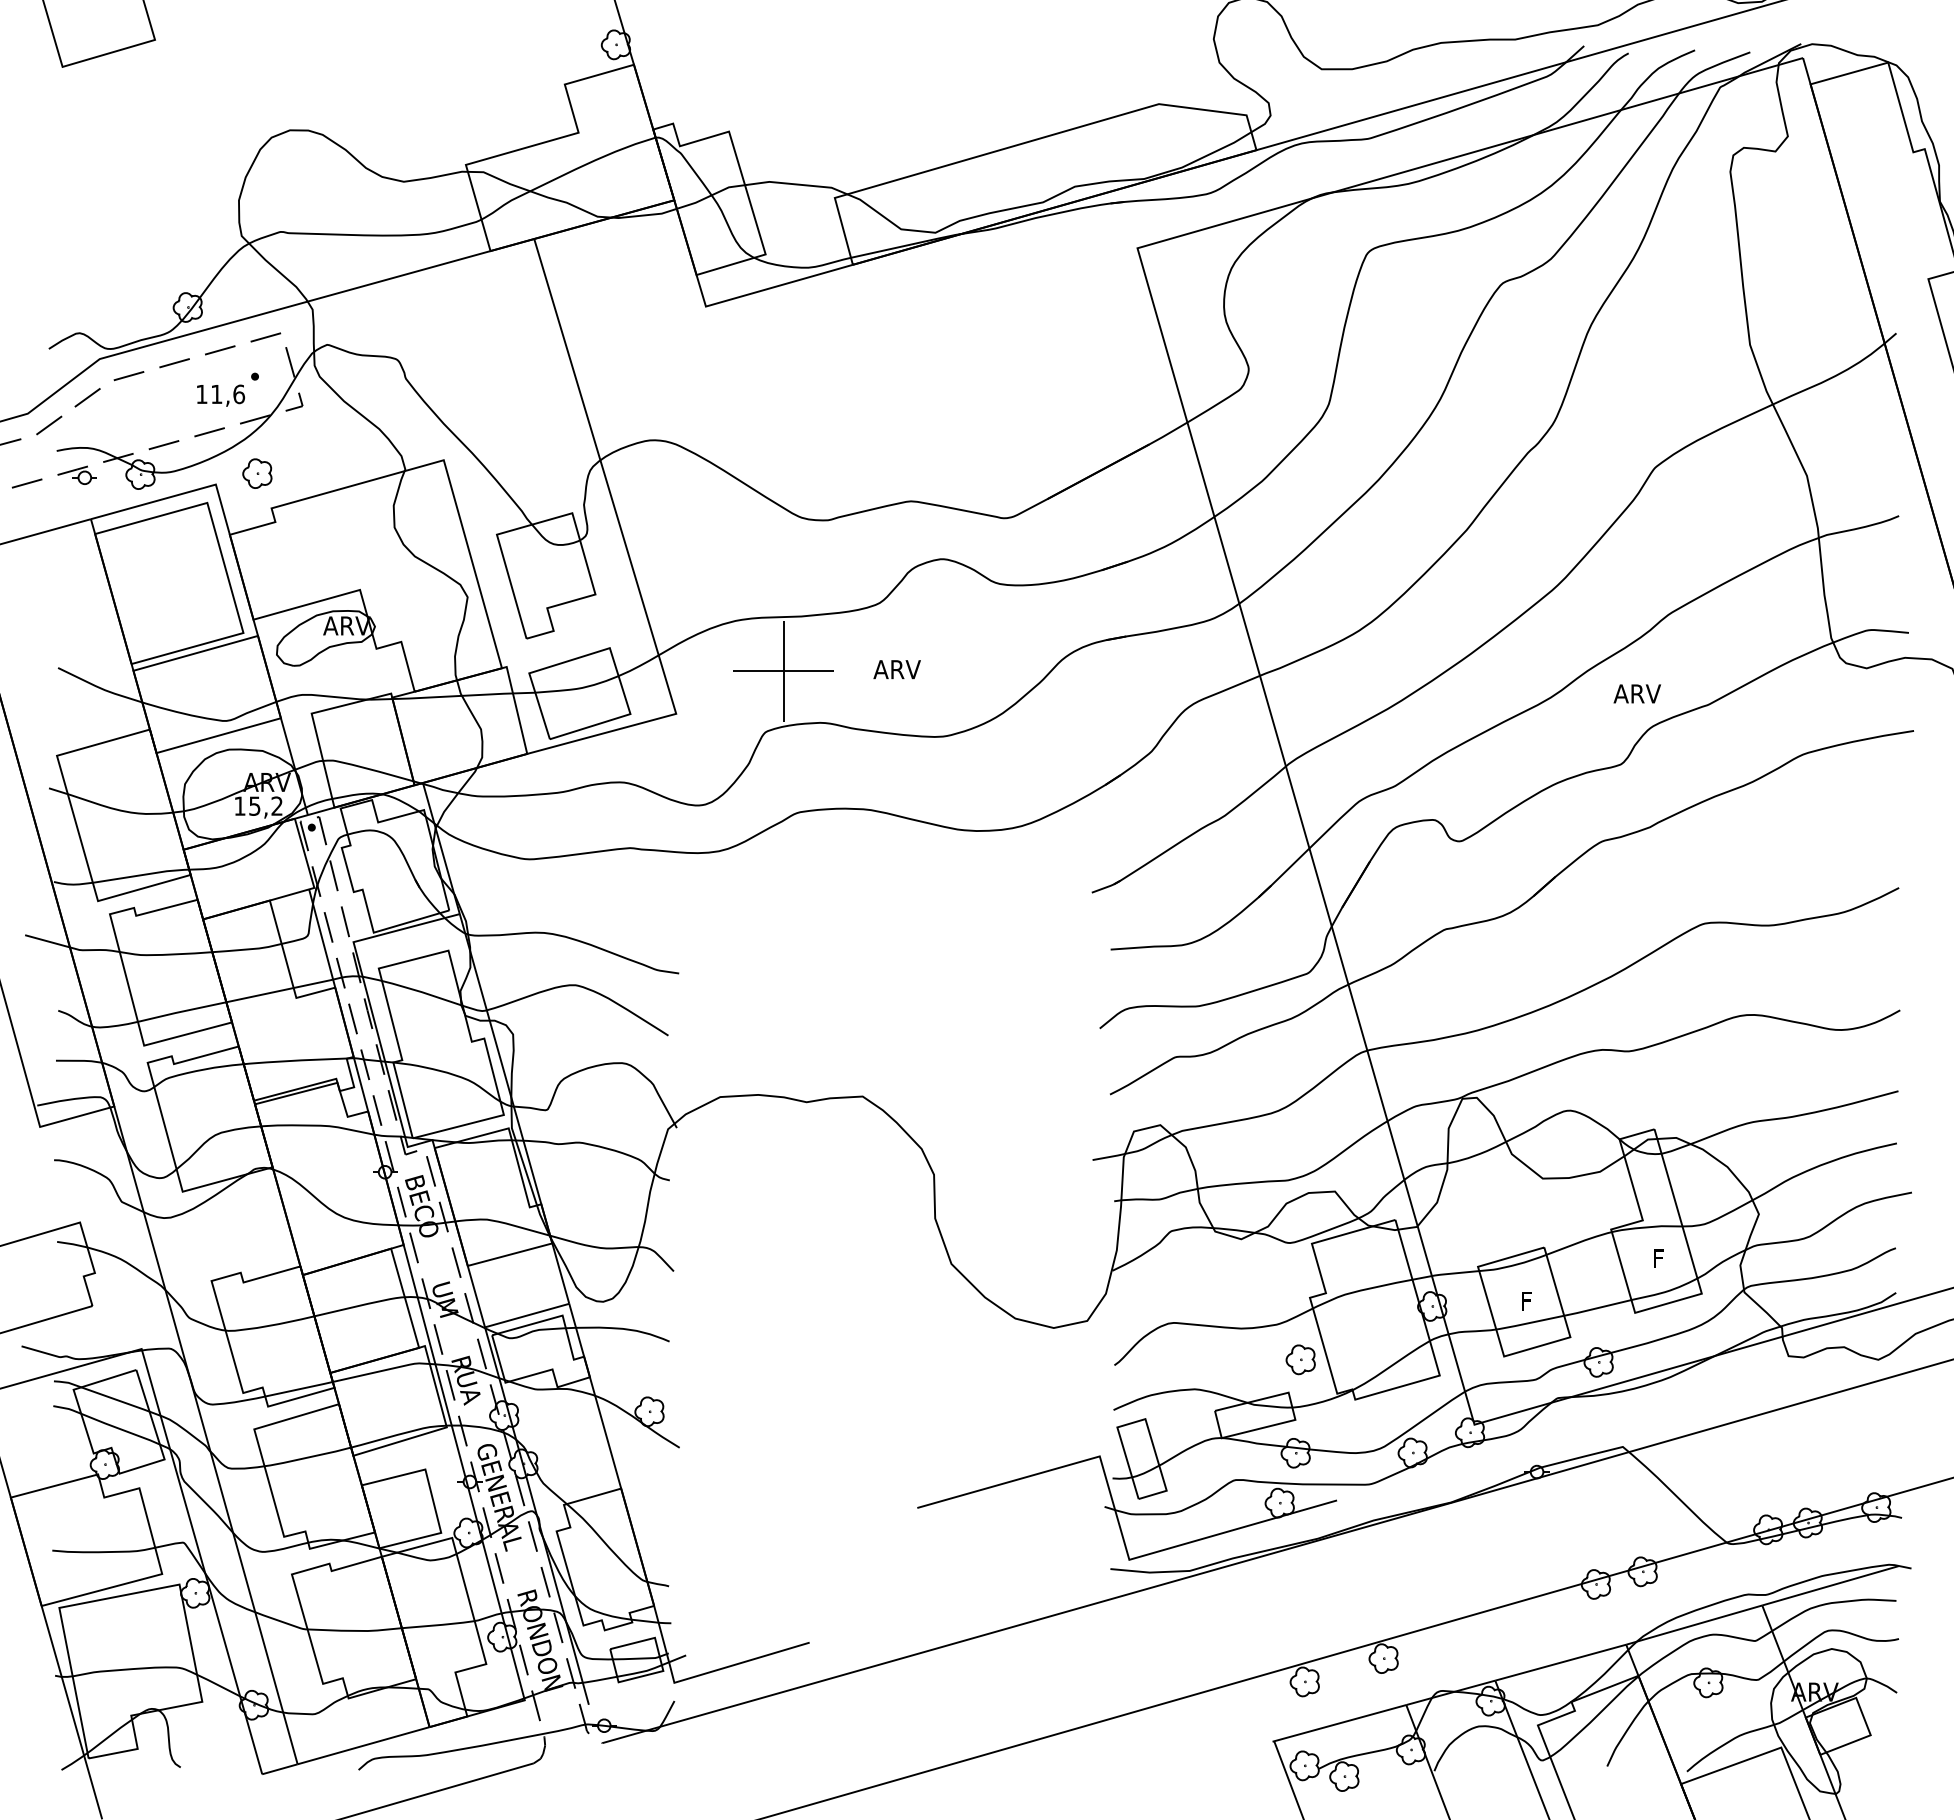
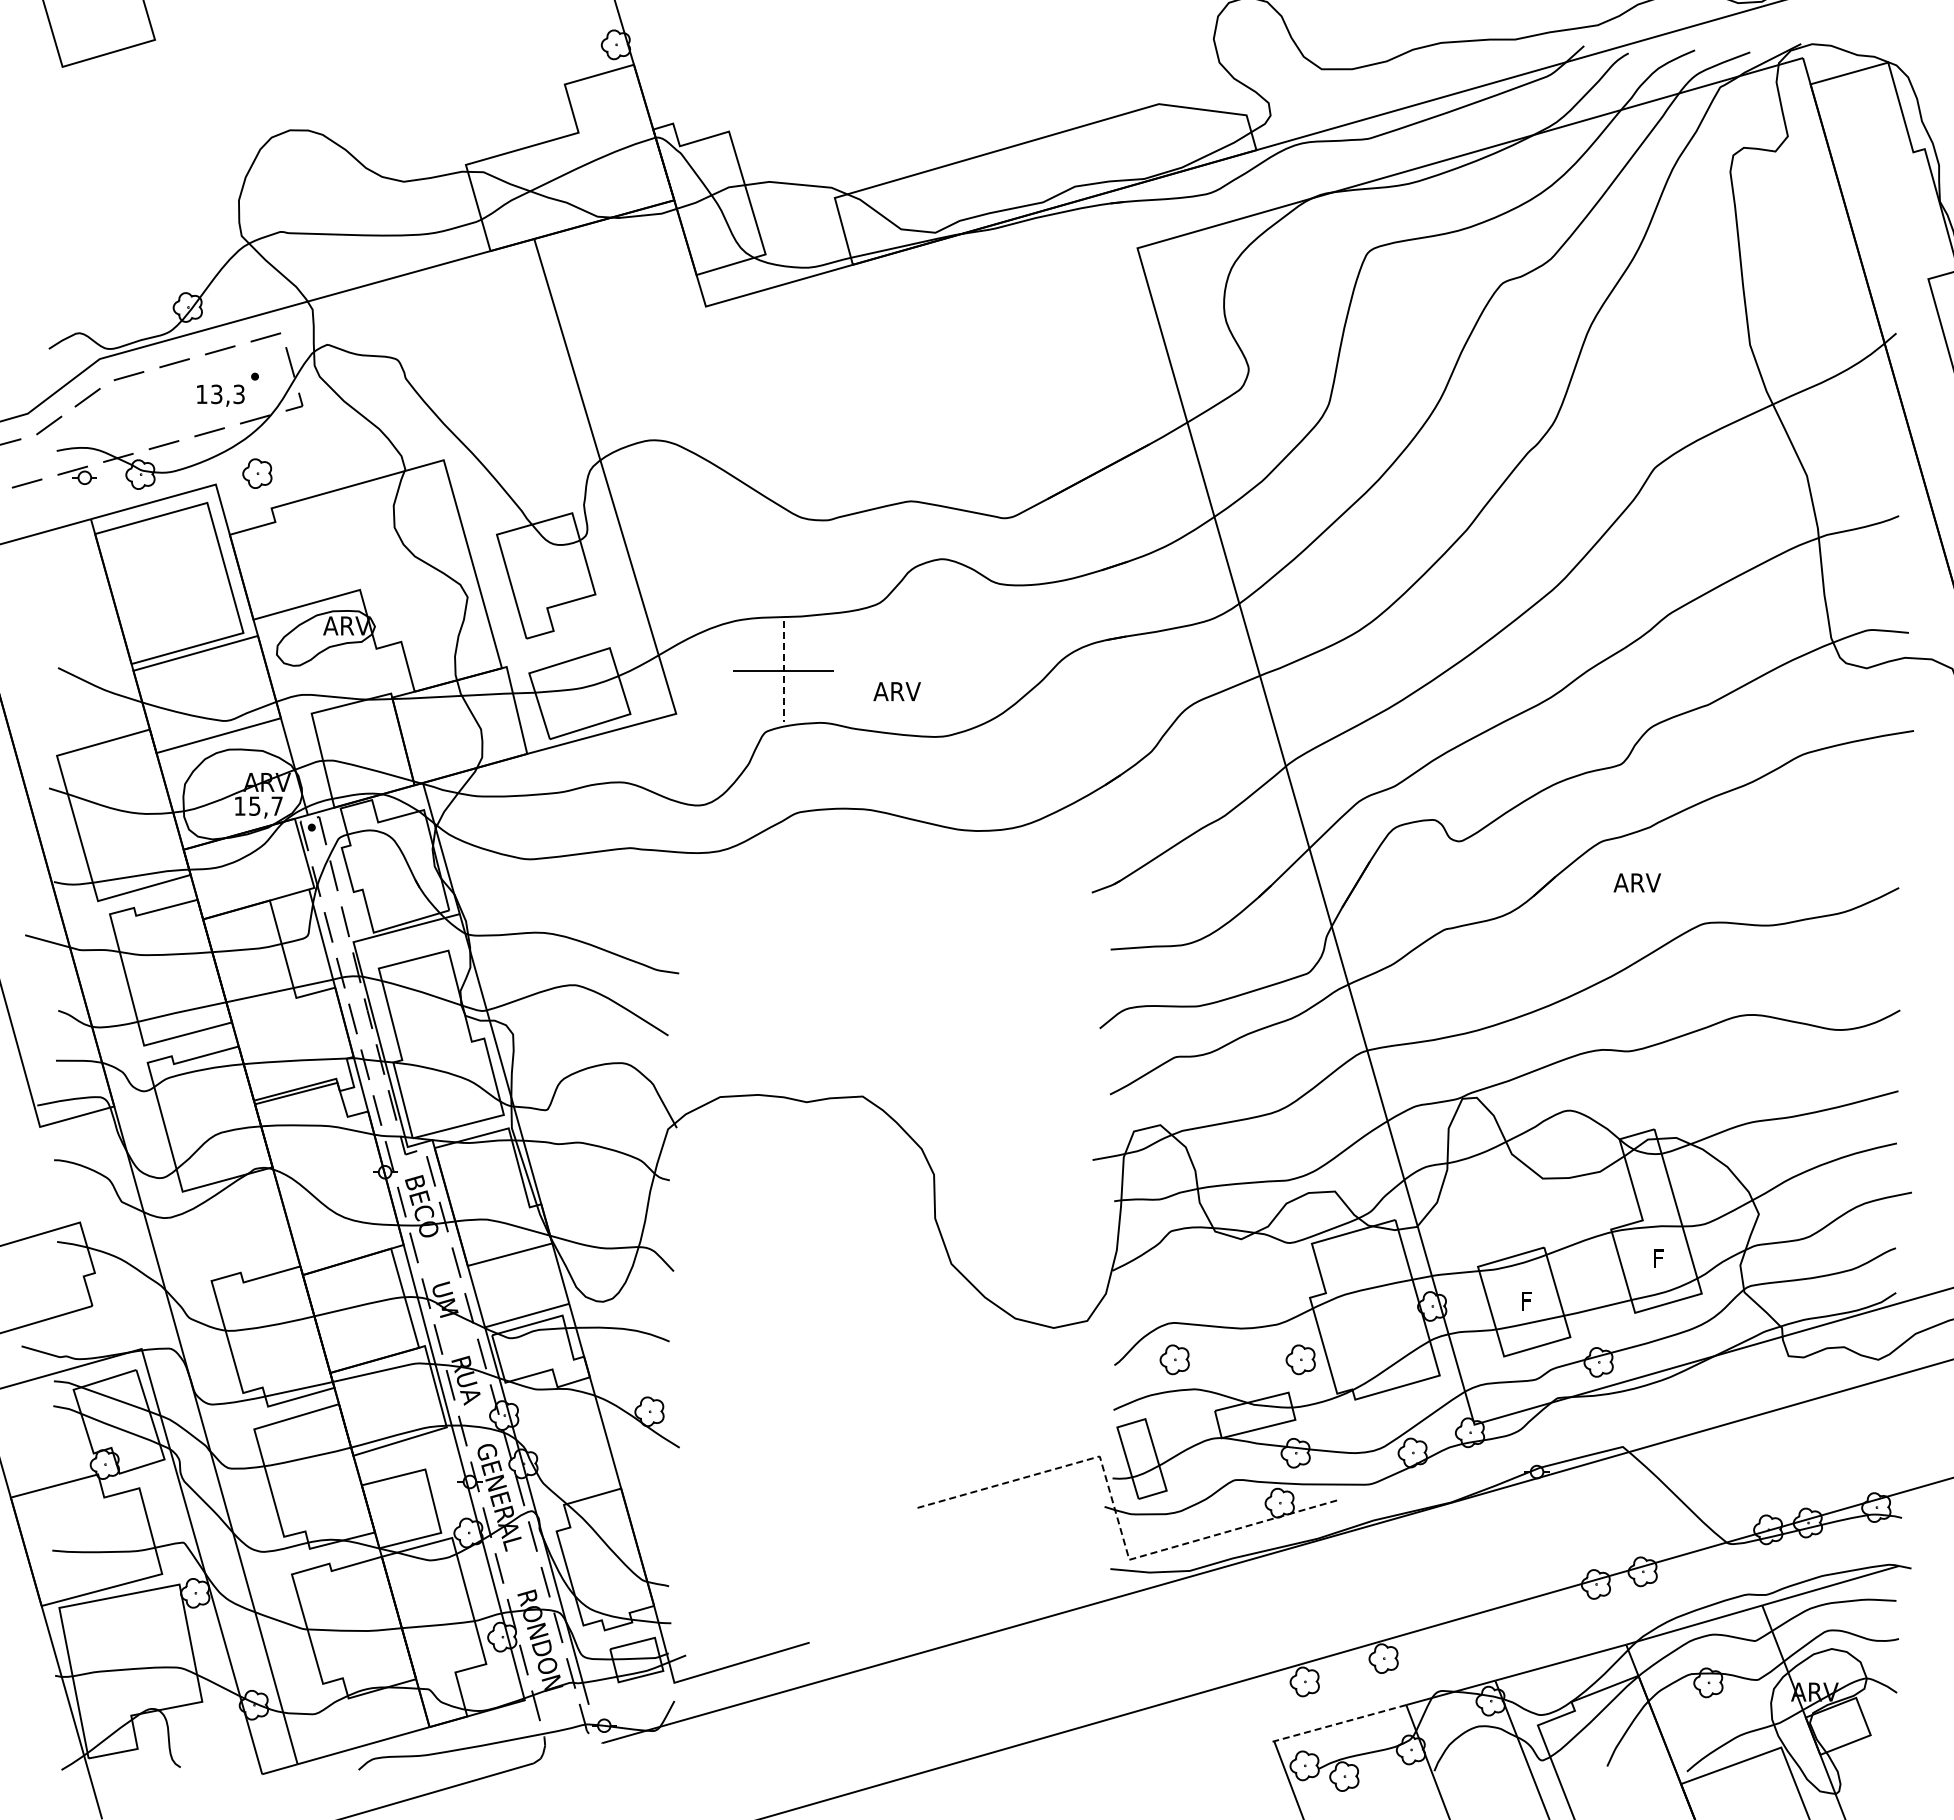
text at (228, 394): 11,6 -> 13,3
text at (896, 669) position: (896, 669) -> (896, 691)
line at (783, 671): solid -> dashed
text at (1636, 693) position: (1636, 693) -> (1636, 882)
text at (276, 805): 15,2 -> 15,7
part at (1174, 1359): none -> present
line at (1118, 1520): solid -> dashed
line at (1338, 1723): solid -> dashed
